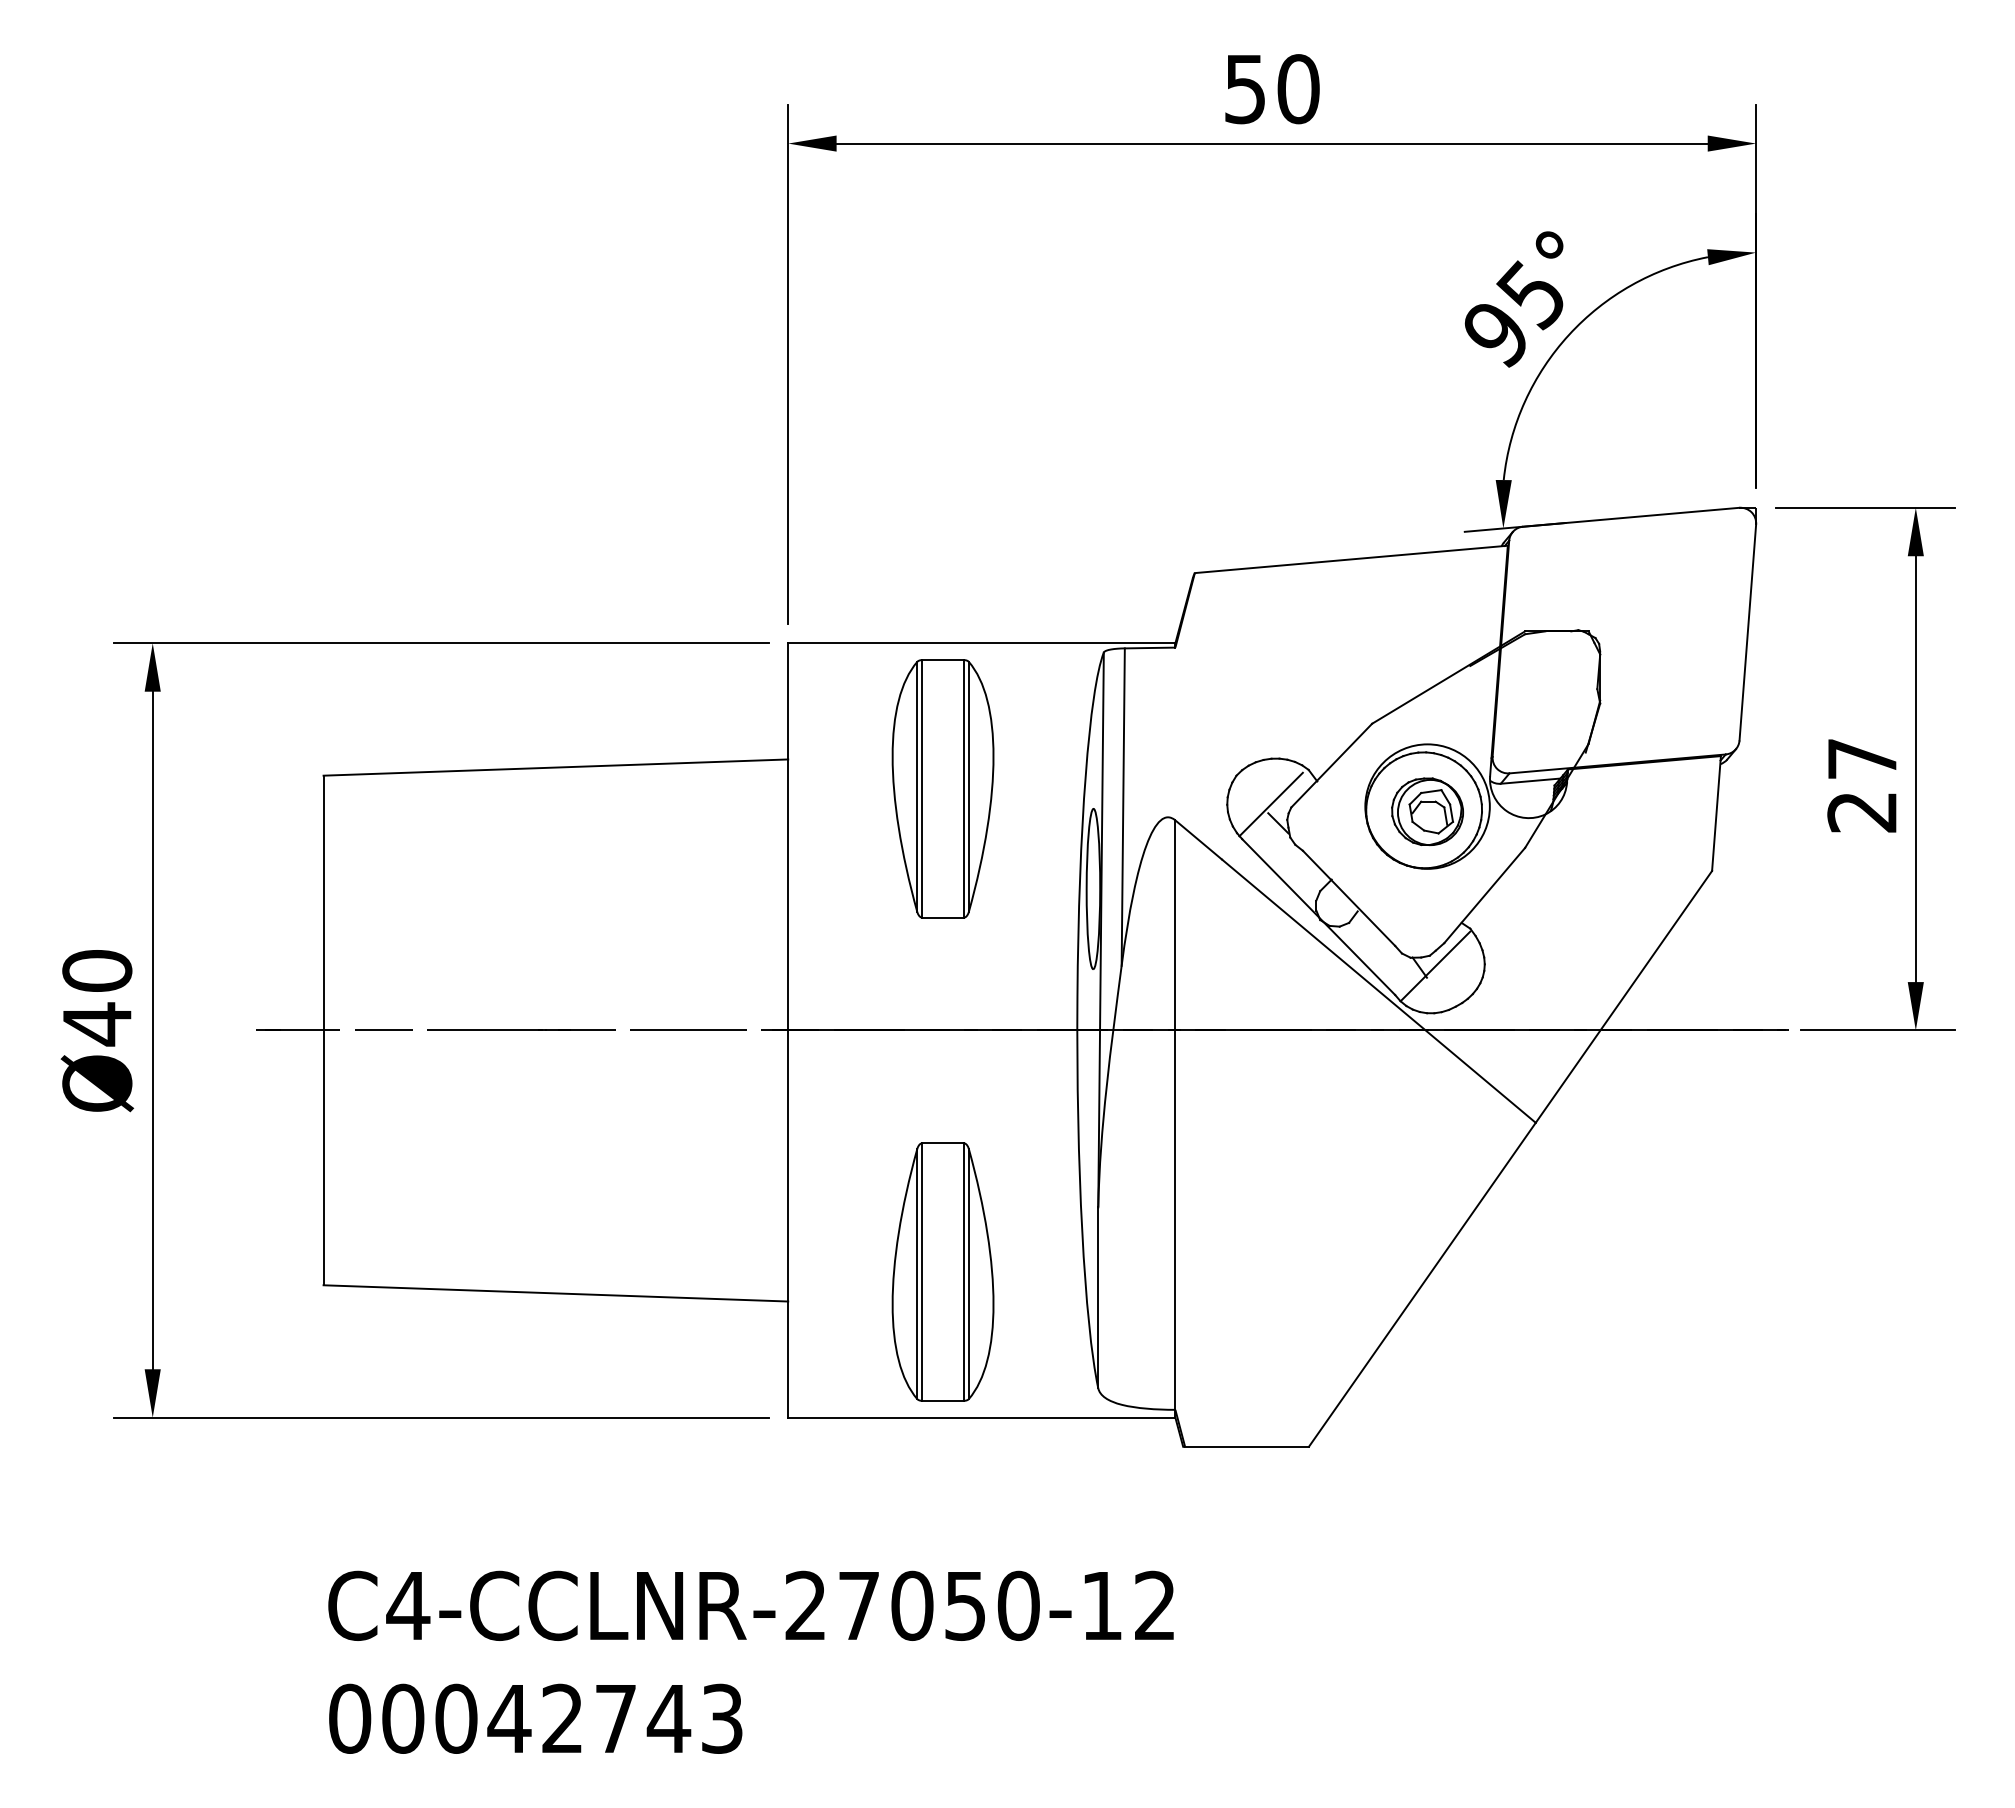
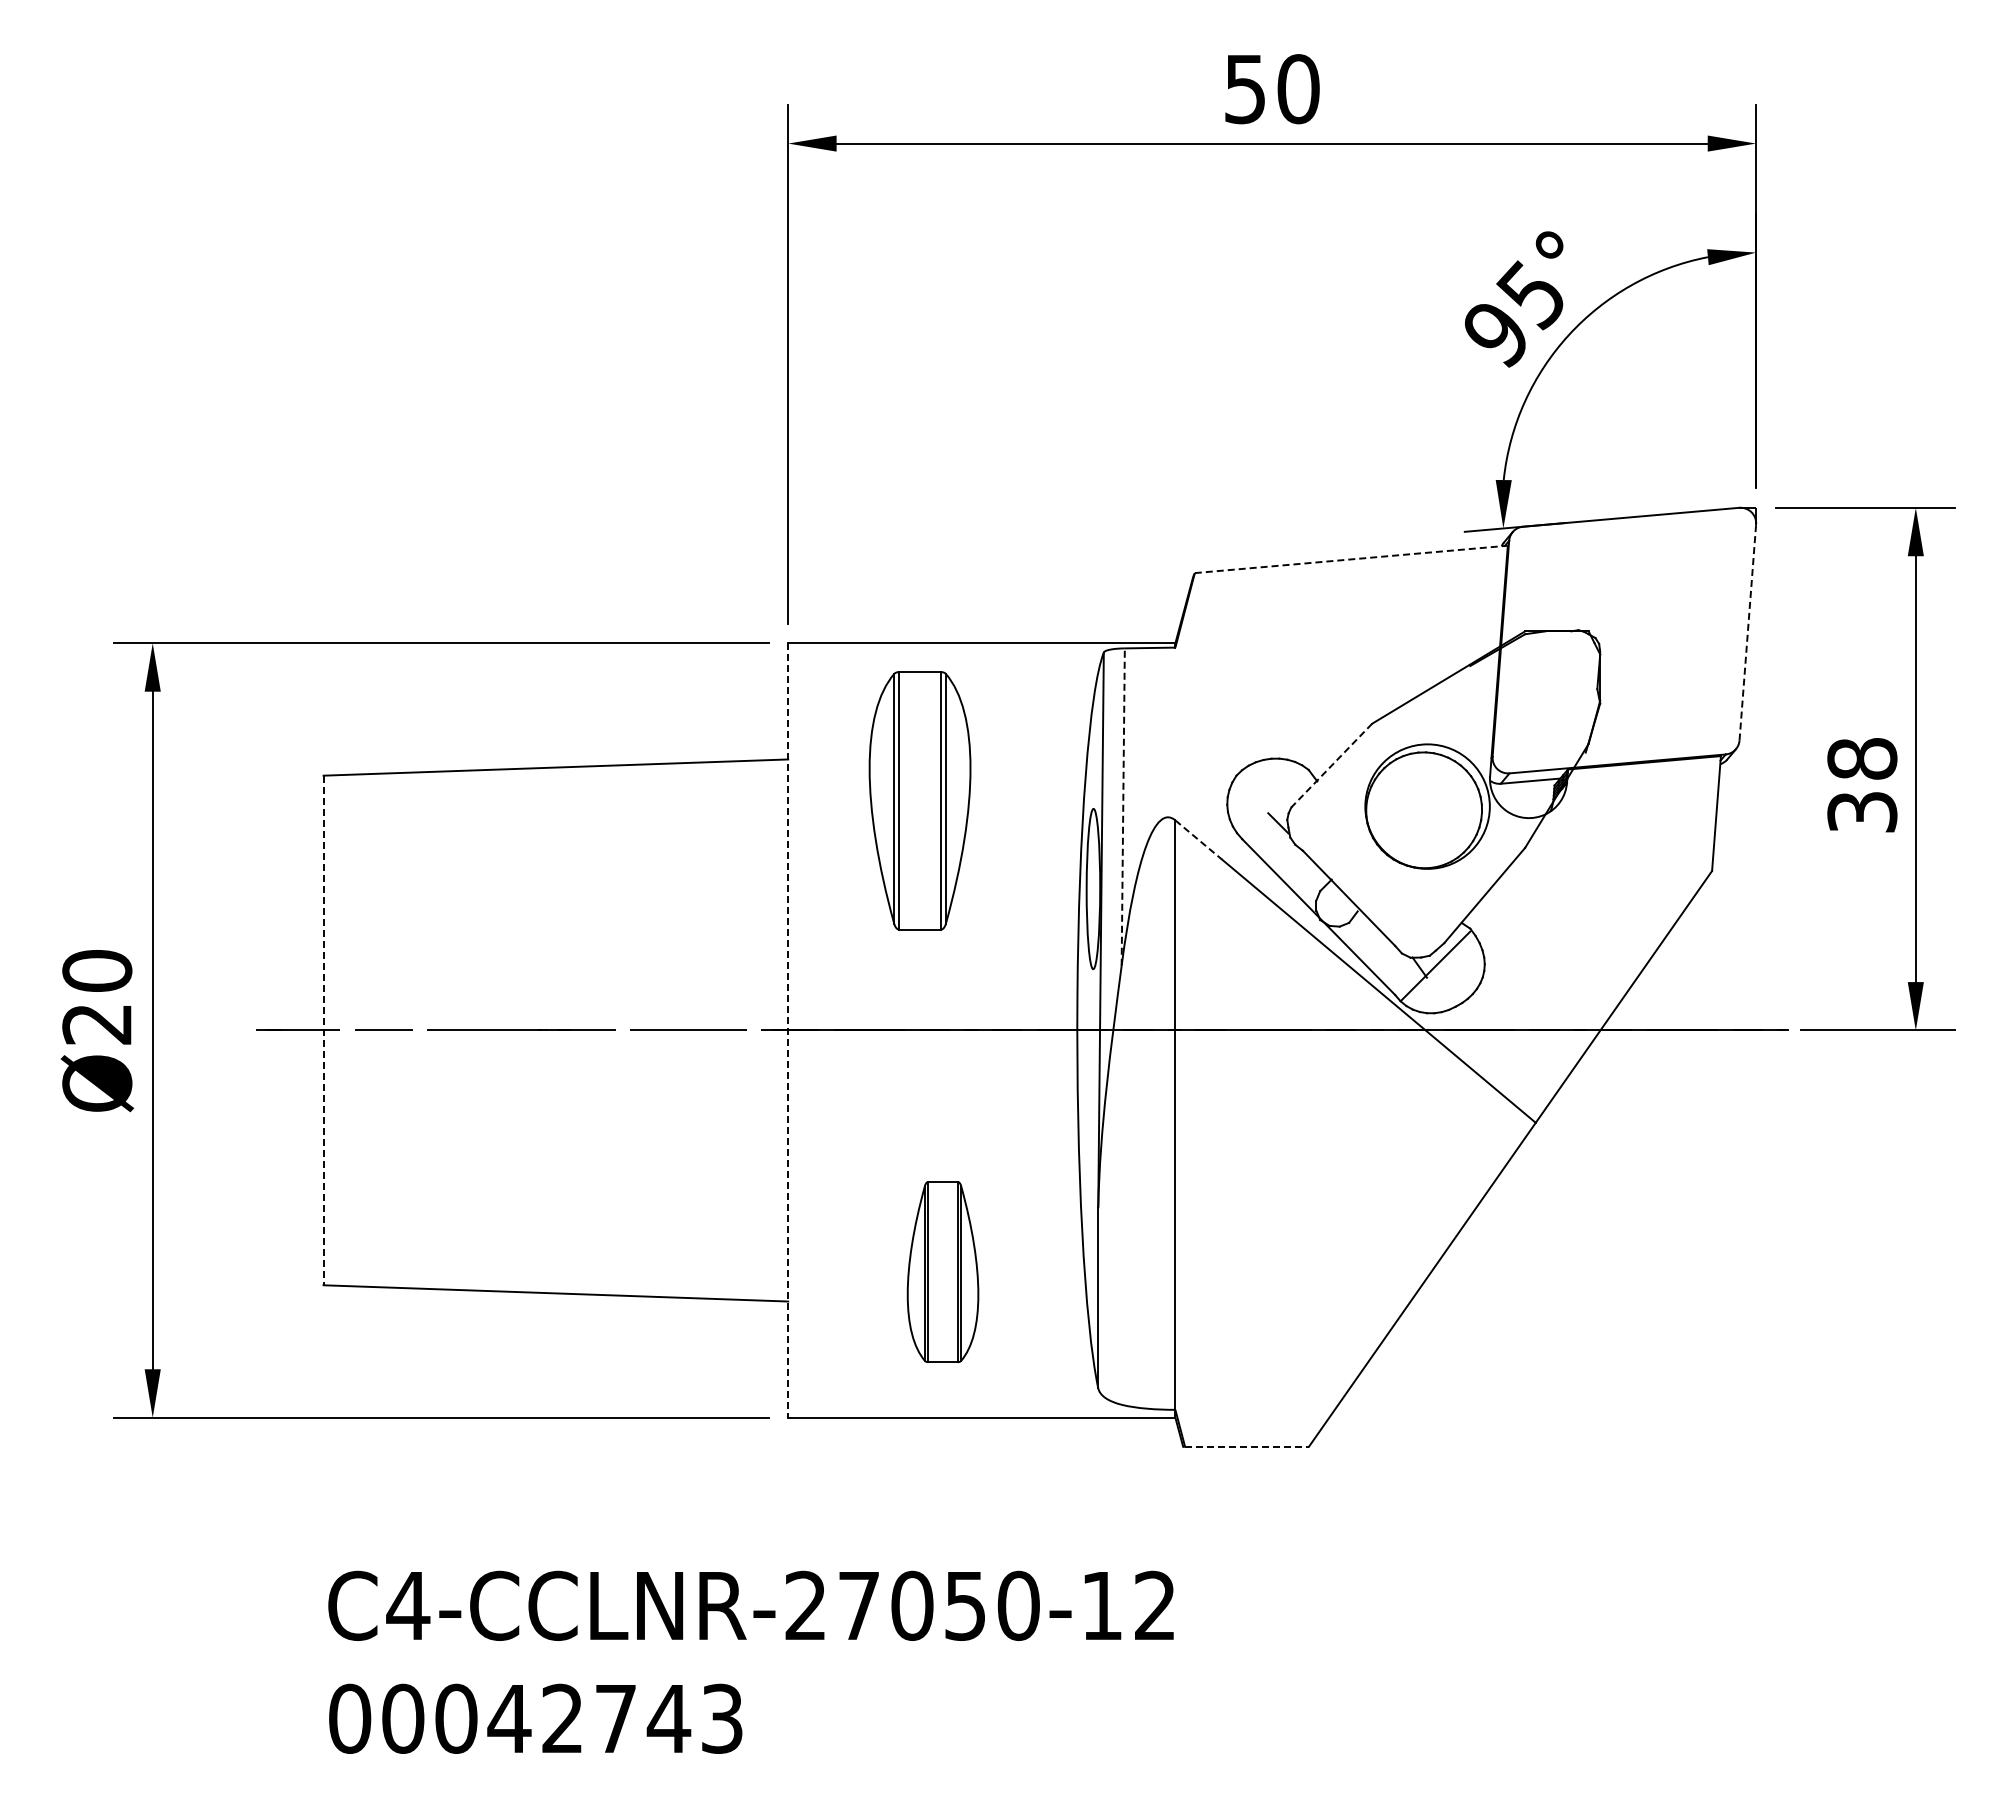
line at (1351, 559): solid -> dashed
line at (1747, 632): solid -> dashed
line at (1331, 765): solid -> dashed
text at (1862, 785): 27 -> 38
part at (942, 788) position: (942, 788) -> (919, 800)
line at (1270, 804): present -> none
line at (1123, 807): solid -> dashed
part at (1427, 811): present -> none
line at (1199, 840): solid -> dashed
text at (96, 1024): Ø40 -> Ø20
line at (323, 1030): solid -> dashed
line at (788, 1030): solid -> dashed
part at (942, 1271) size: 104x260 px -> 74x182 px
line at (1247, 1446): solid -> dashed
